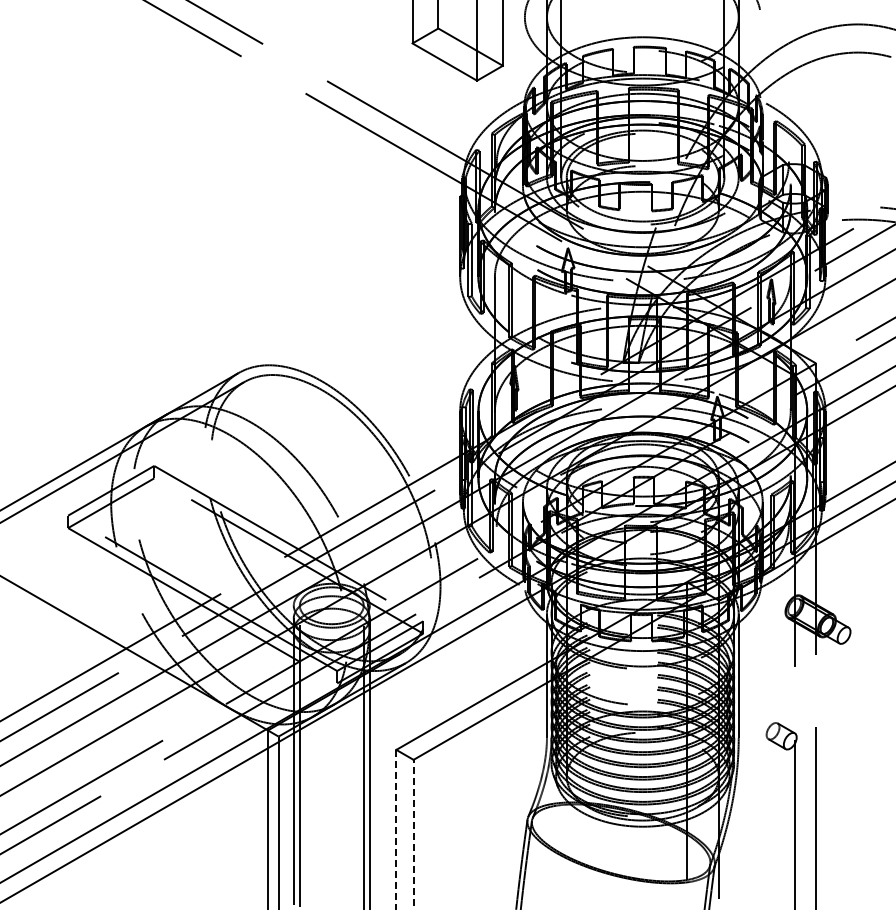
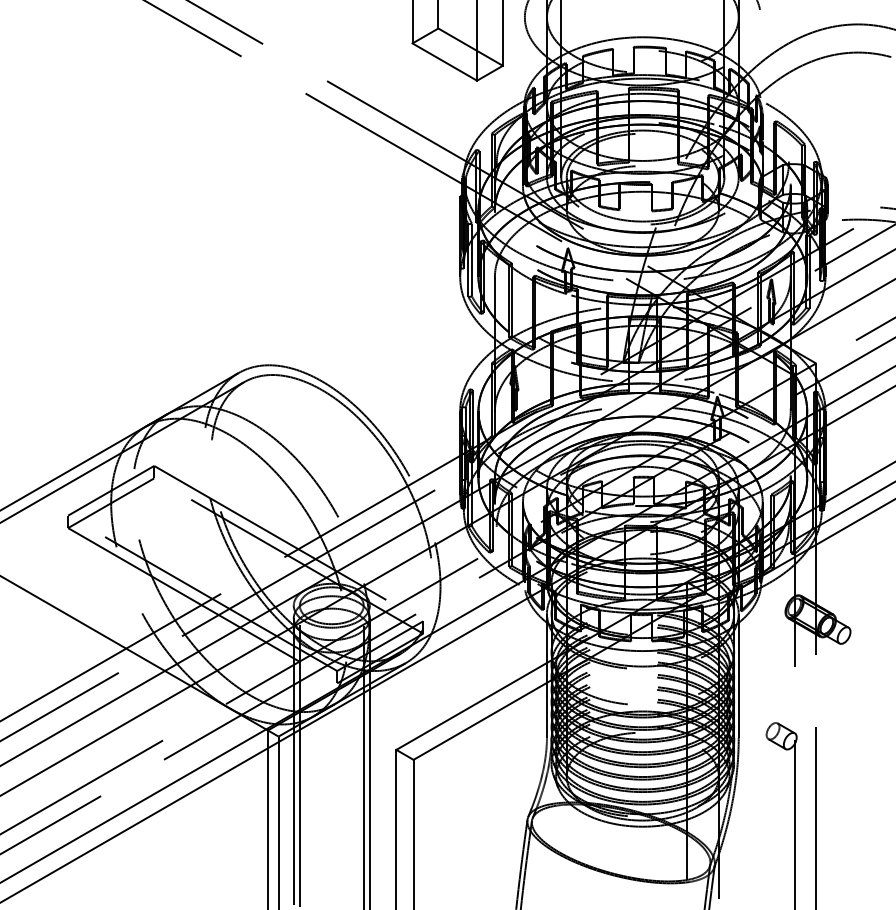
line at (396, 829): dashed -> solid
line at (413, 834): dashed -> solid
